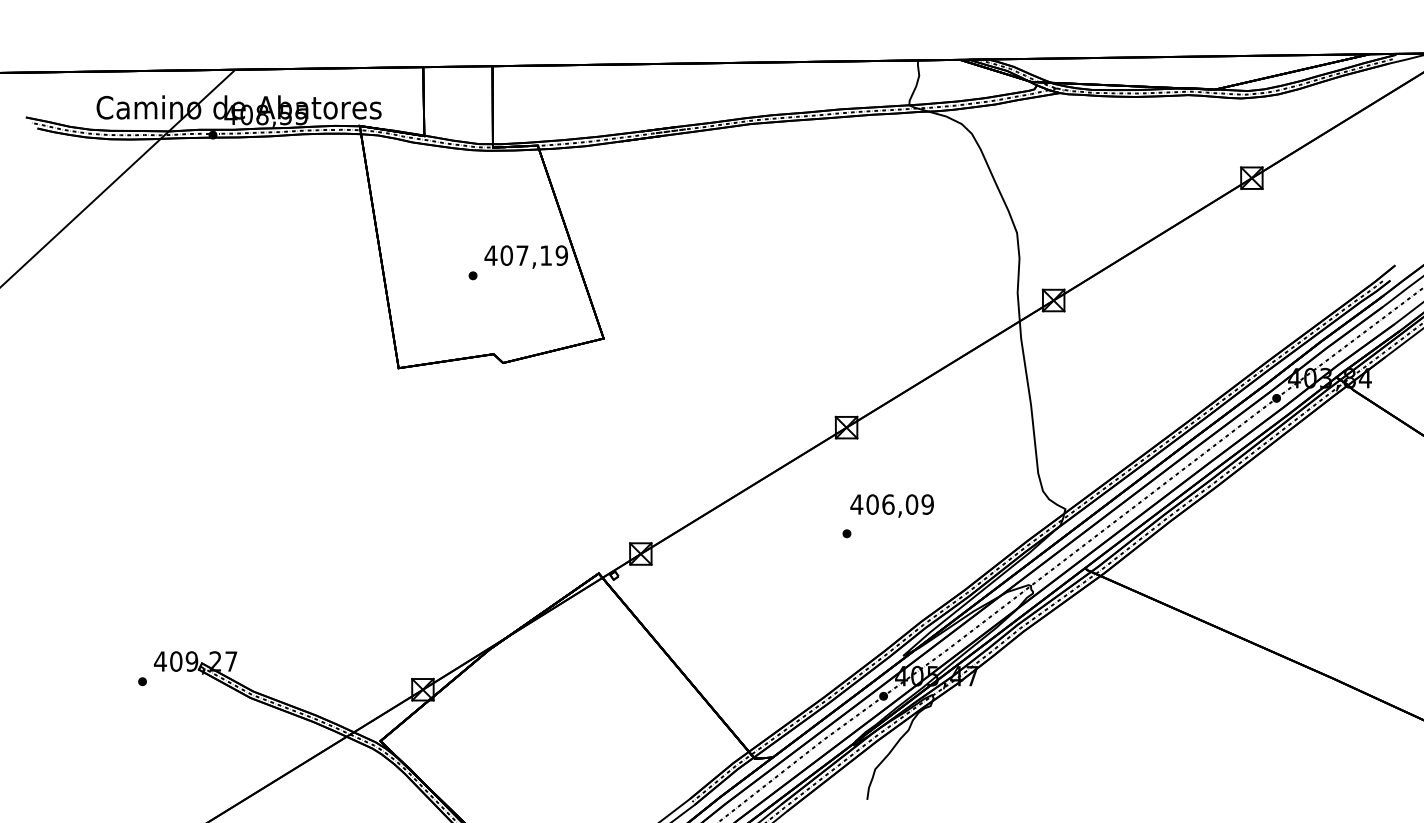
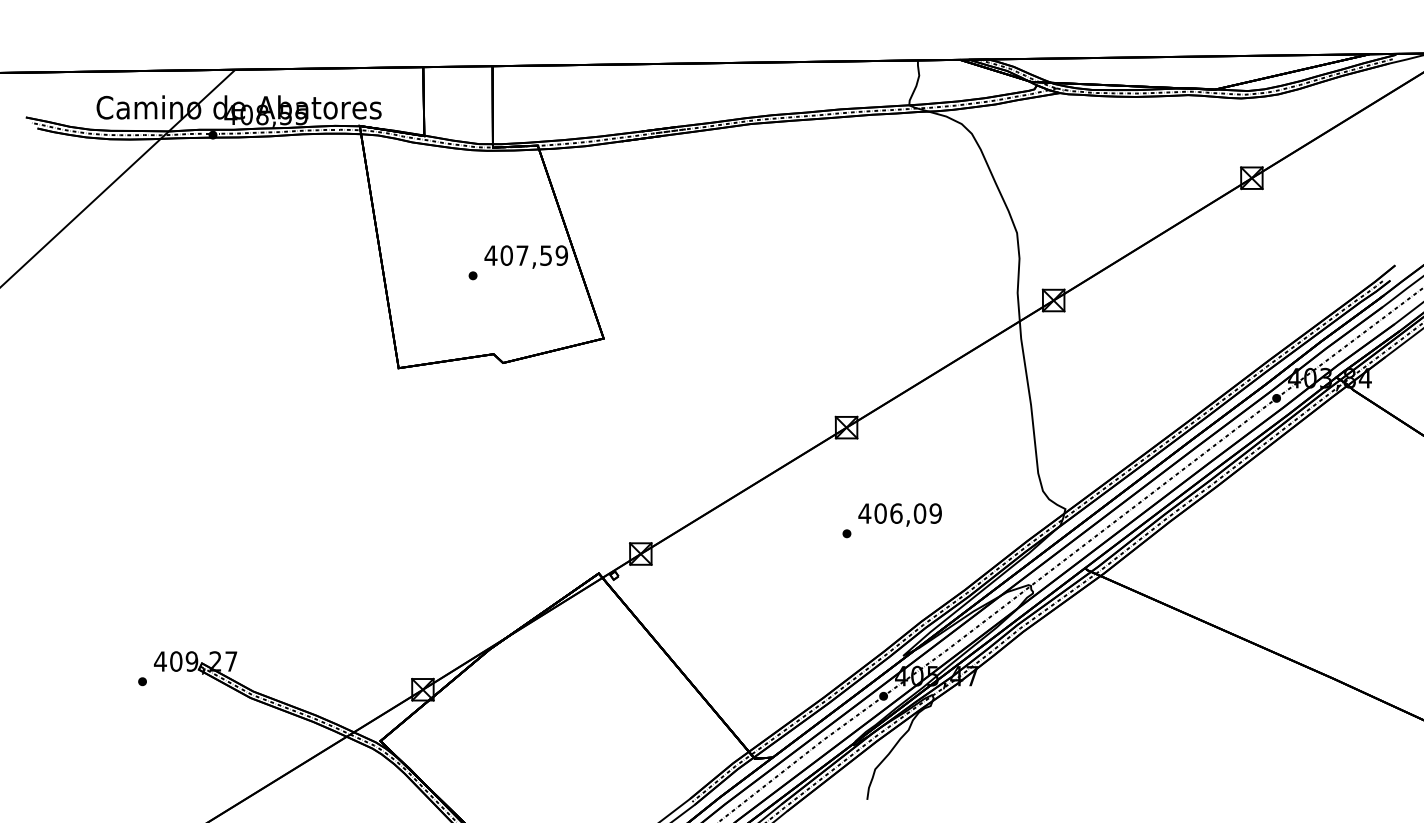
text at (545, 255): 407,19 -> 407,59
text at (891, 505) position: (891, 505) -> (899, 514)
